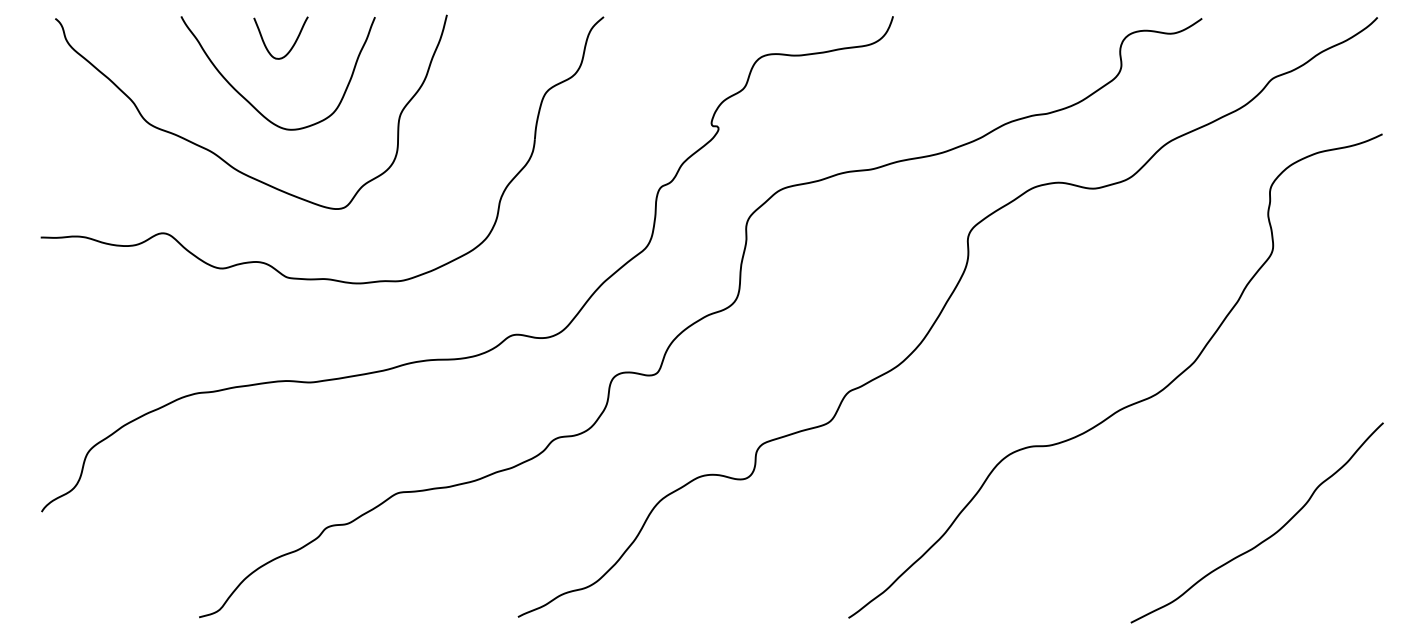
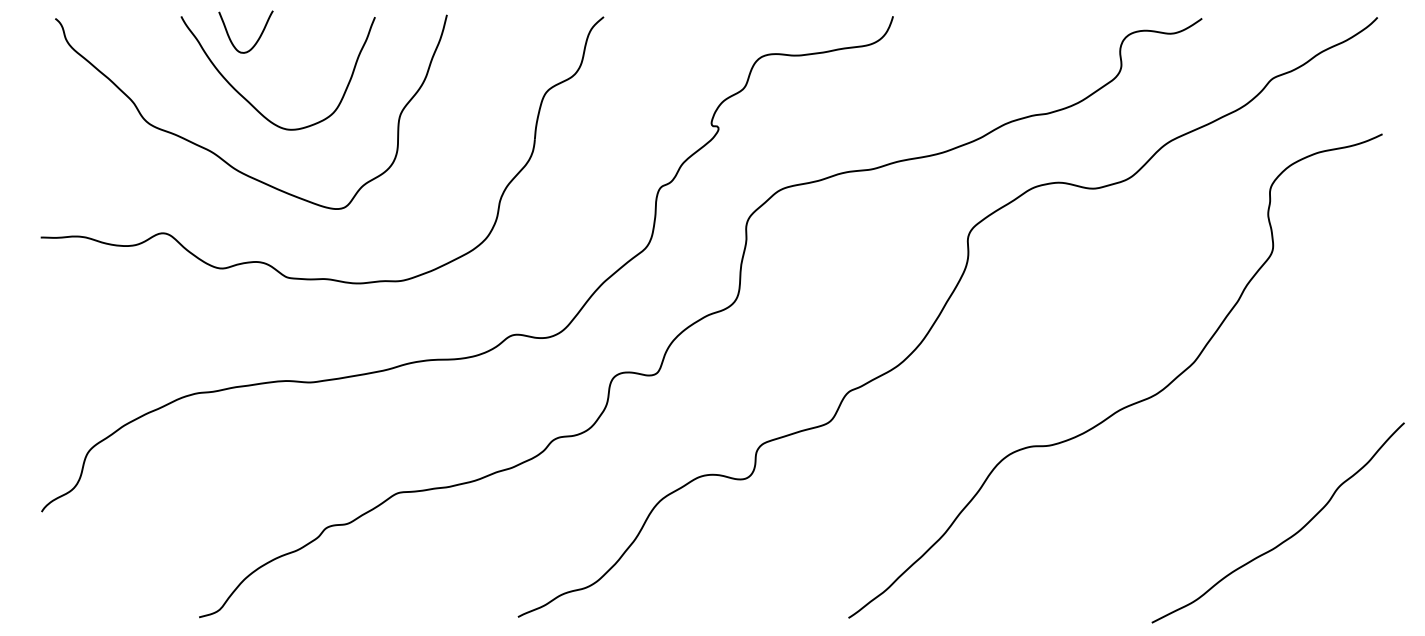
curve at (293, 43) position: (293, 43) -> (258, 37)
curve at (1267, 537) position: (1267, 537) -> (1288, 537)
